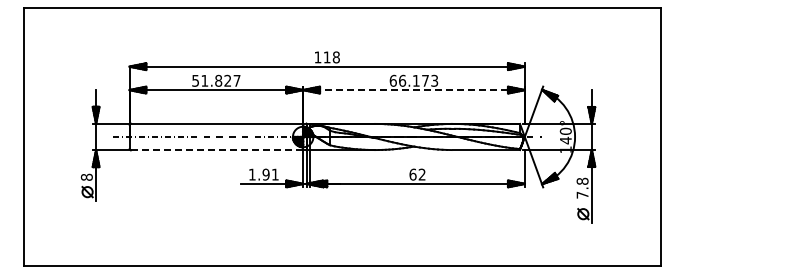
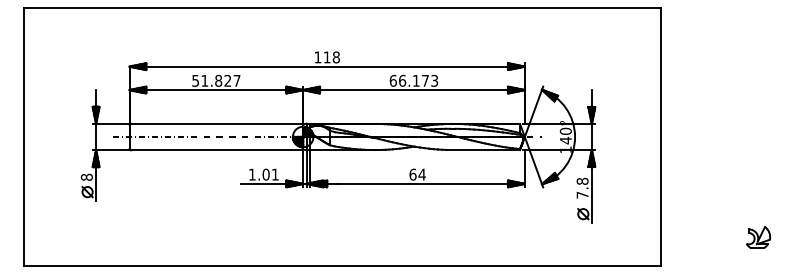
line at (414, 90): dashed -> solid
line at (217, 150): dashed -> solid
text at (265, 174): 1.91 -> 1.01
text at (421, 174): 62 -> 64
part at (758, 237): none -> present
